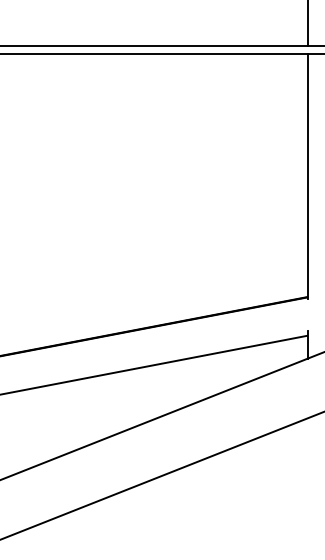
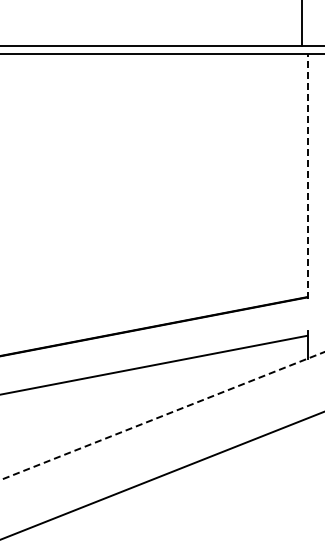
line at (308, 24) position: (308, 24) -> (302, 24)
line at (308, 176): solid -> dashed
line at (161, 416): solid -> dashed
